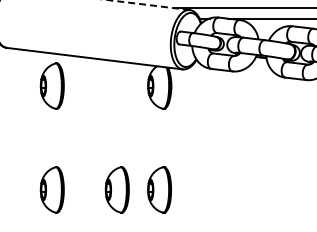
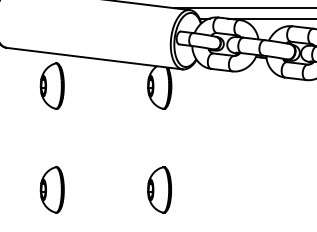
line at (148, 5): dashed -> solid
part at (116, 189): present -> none
